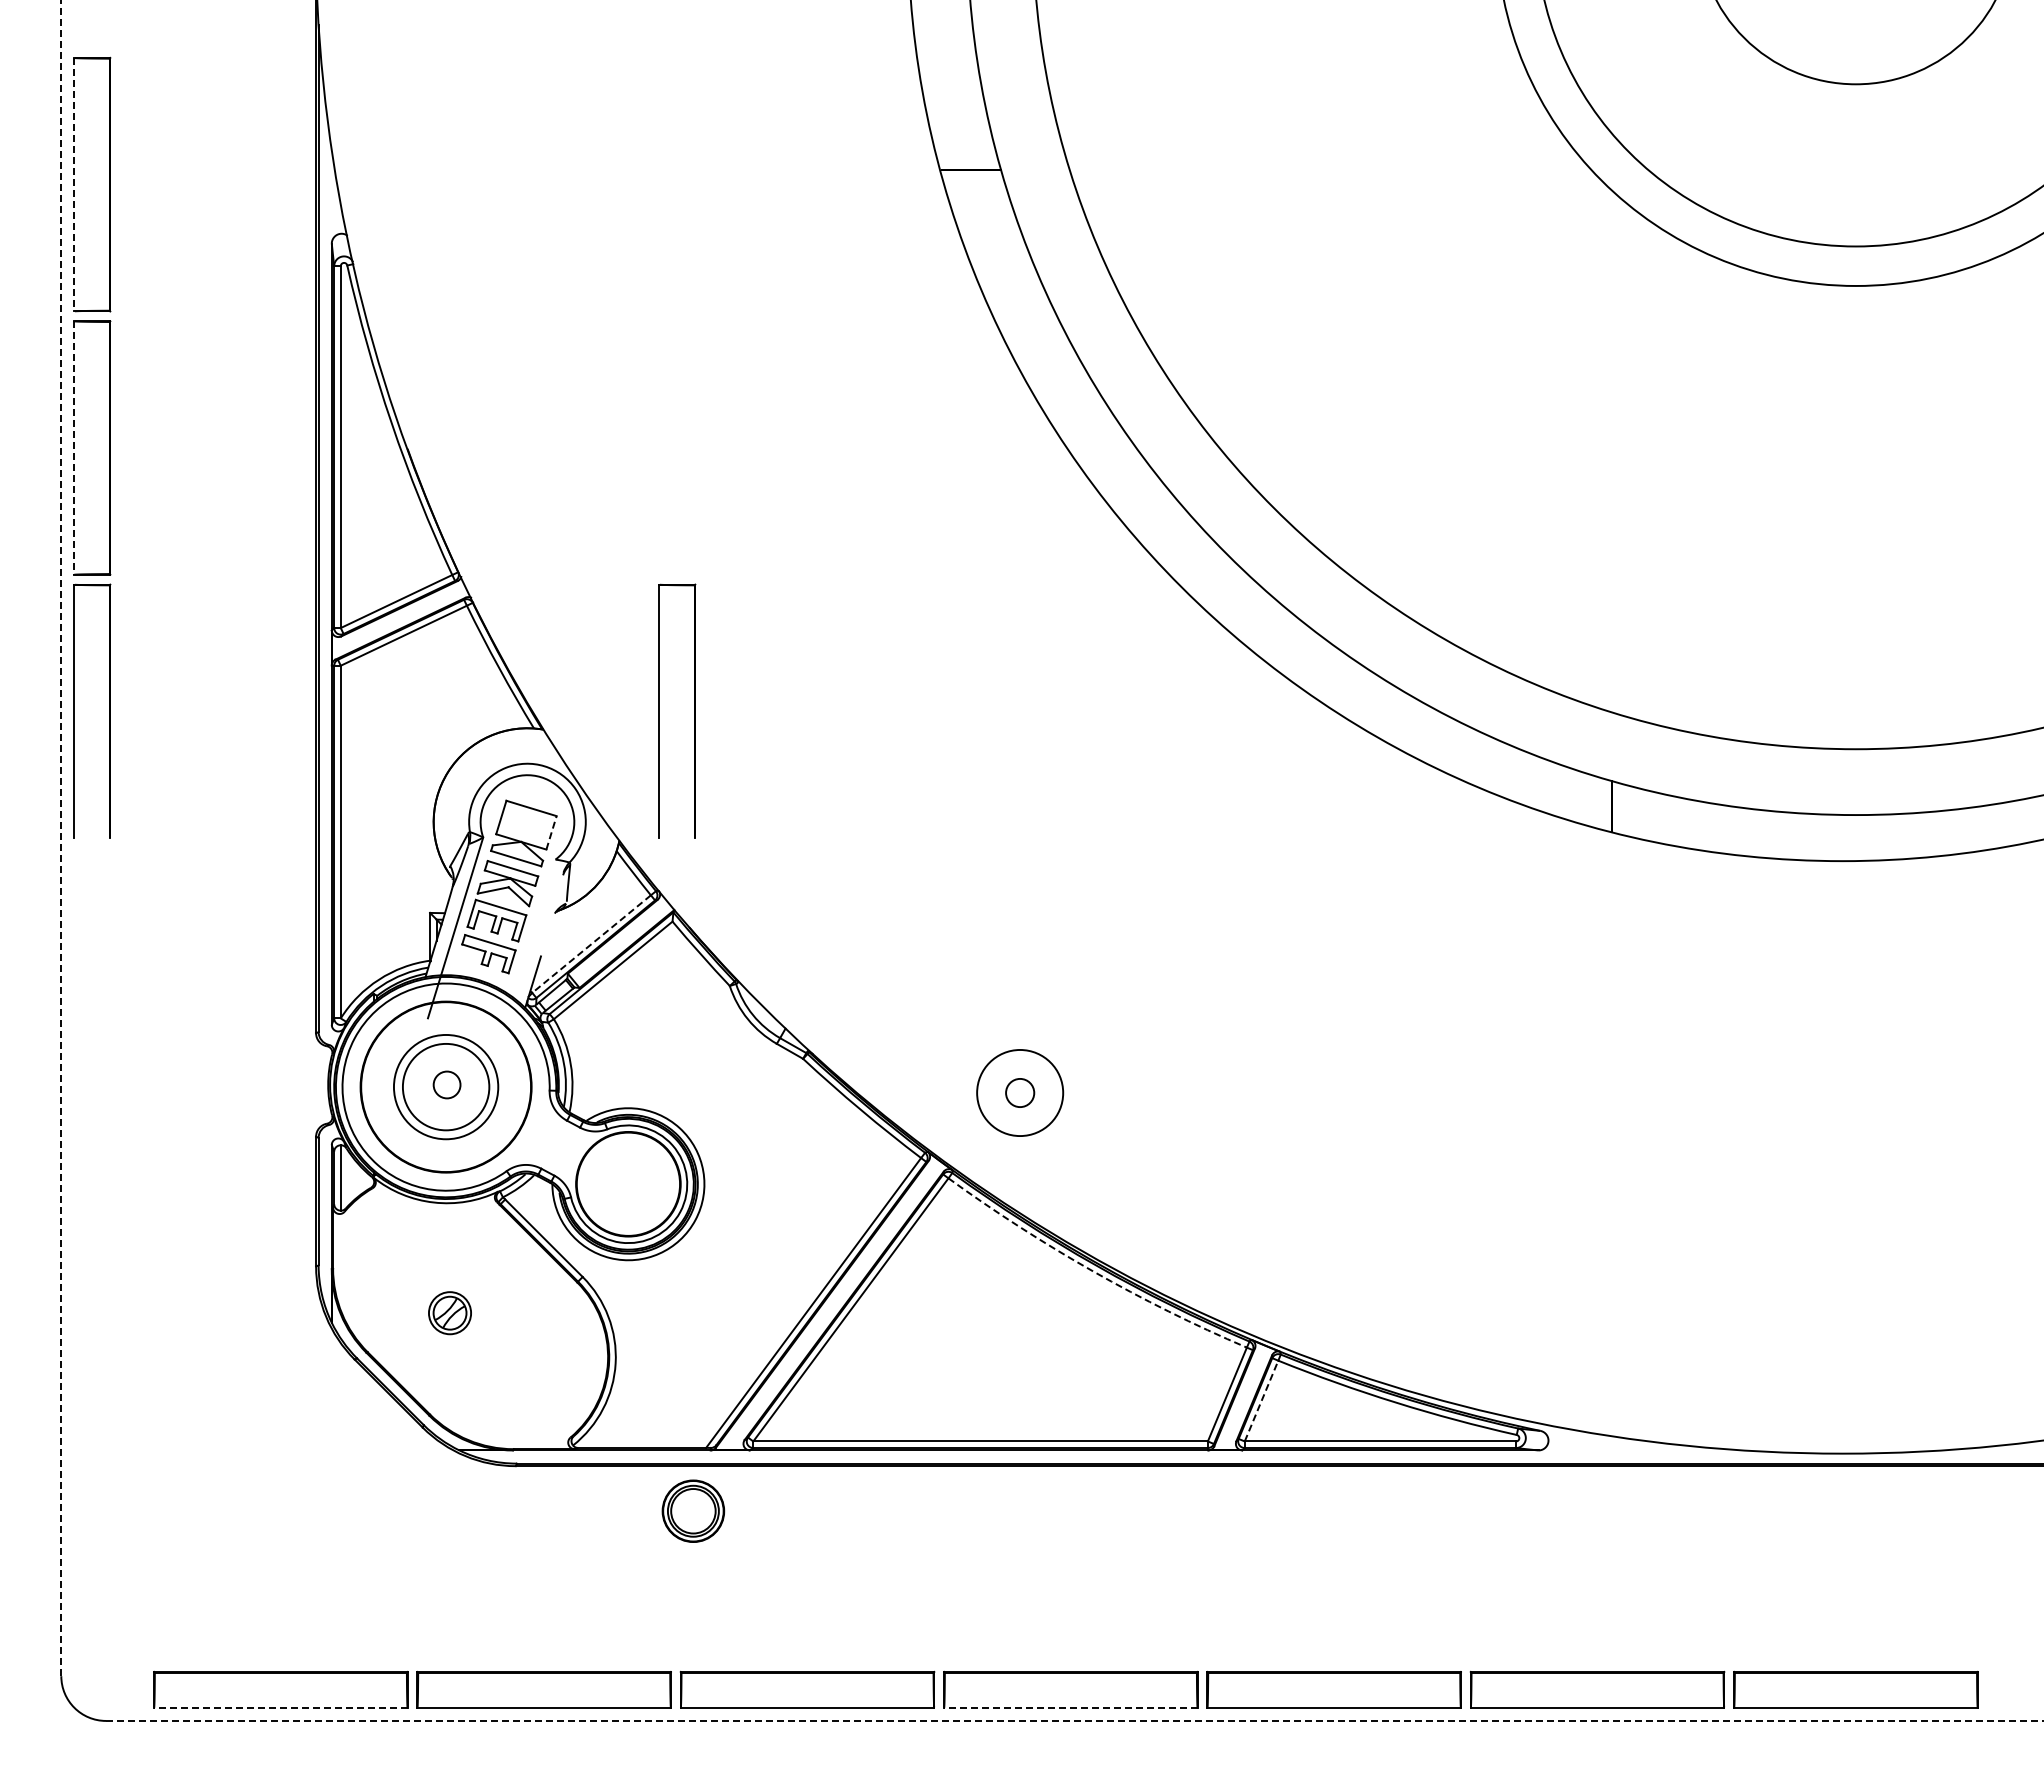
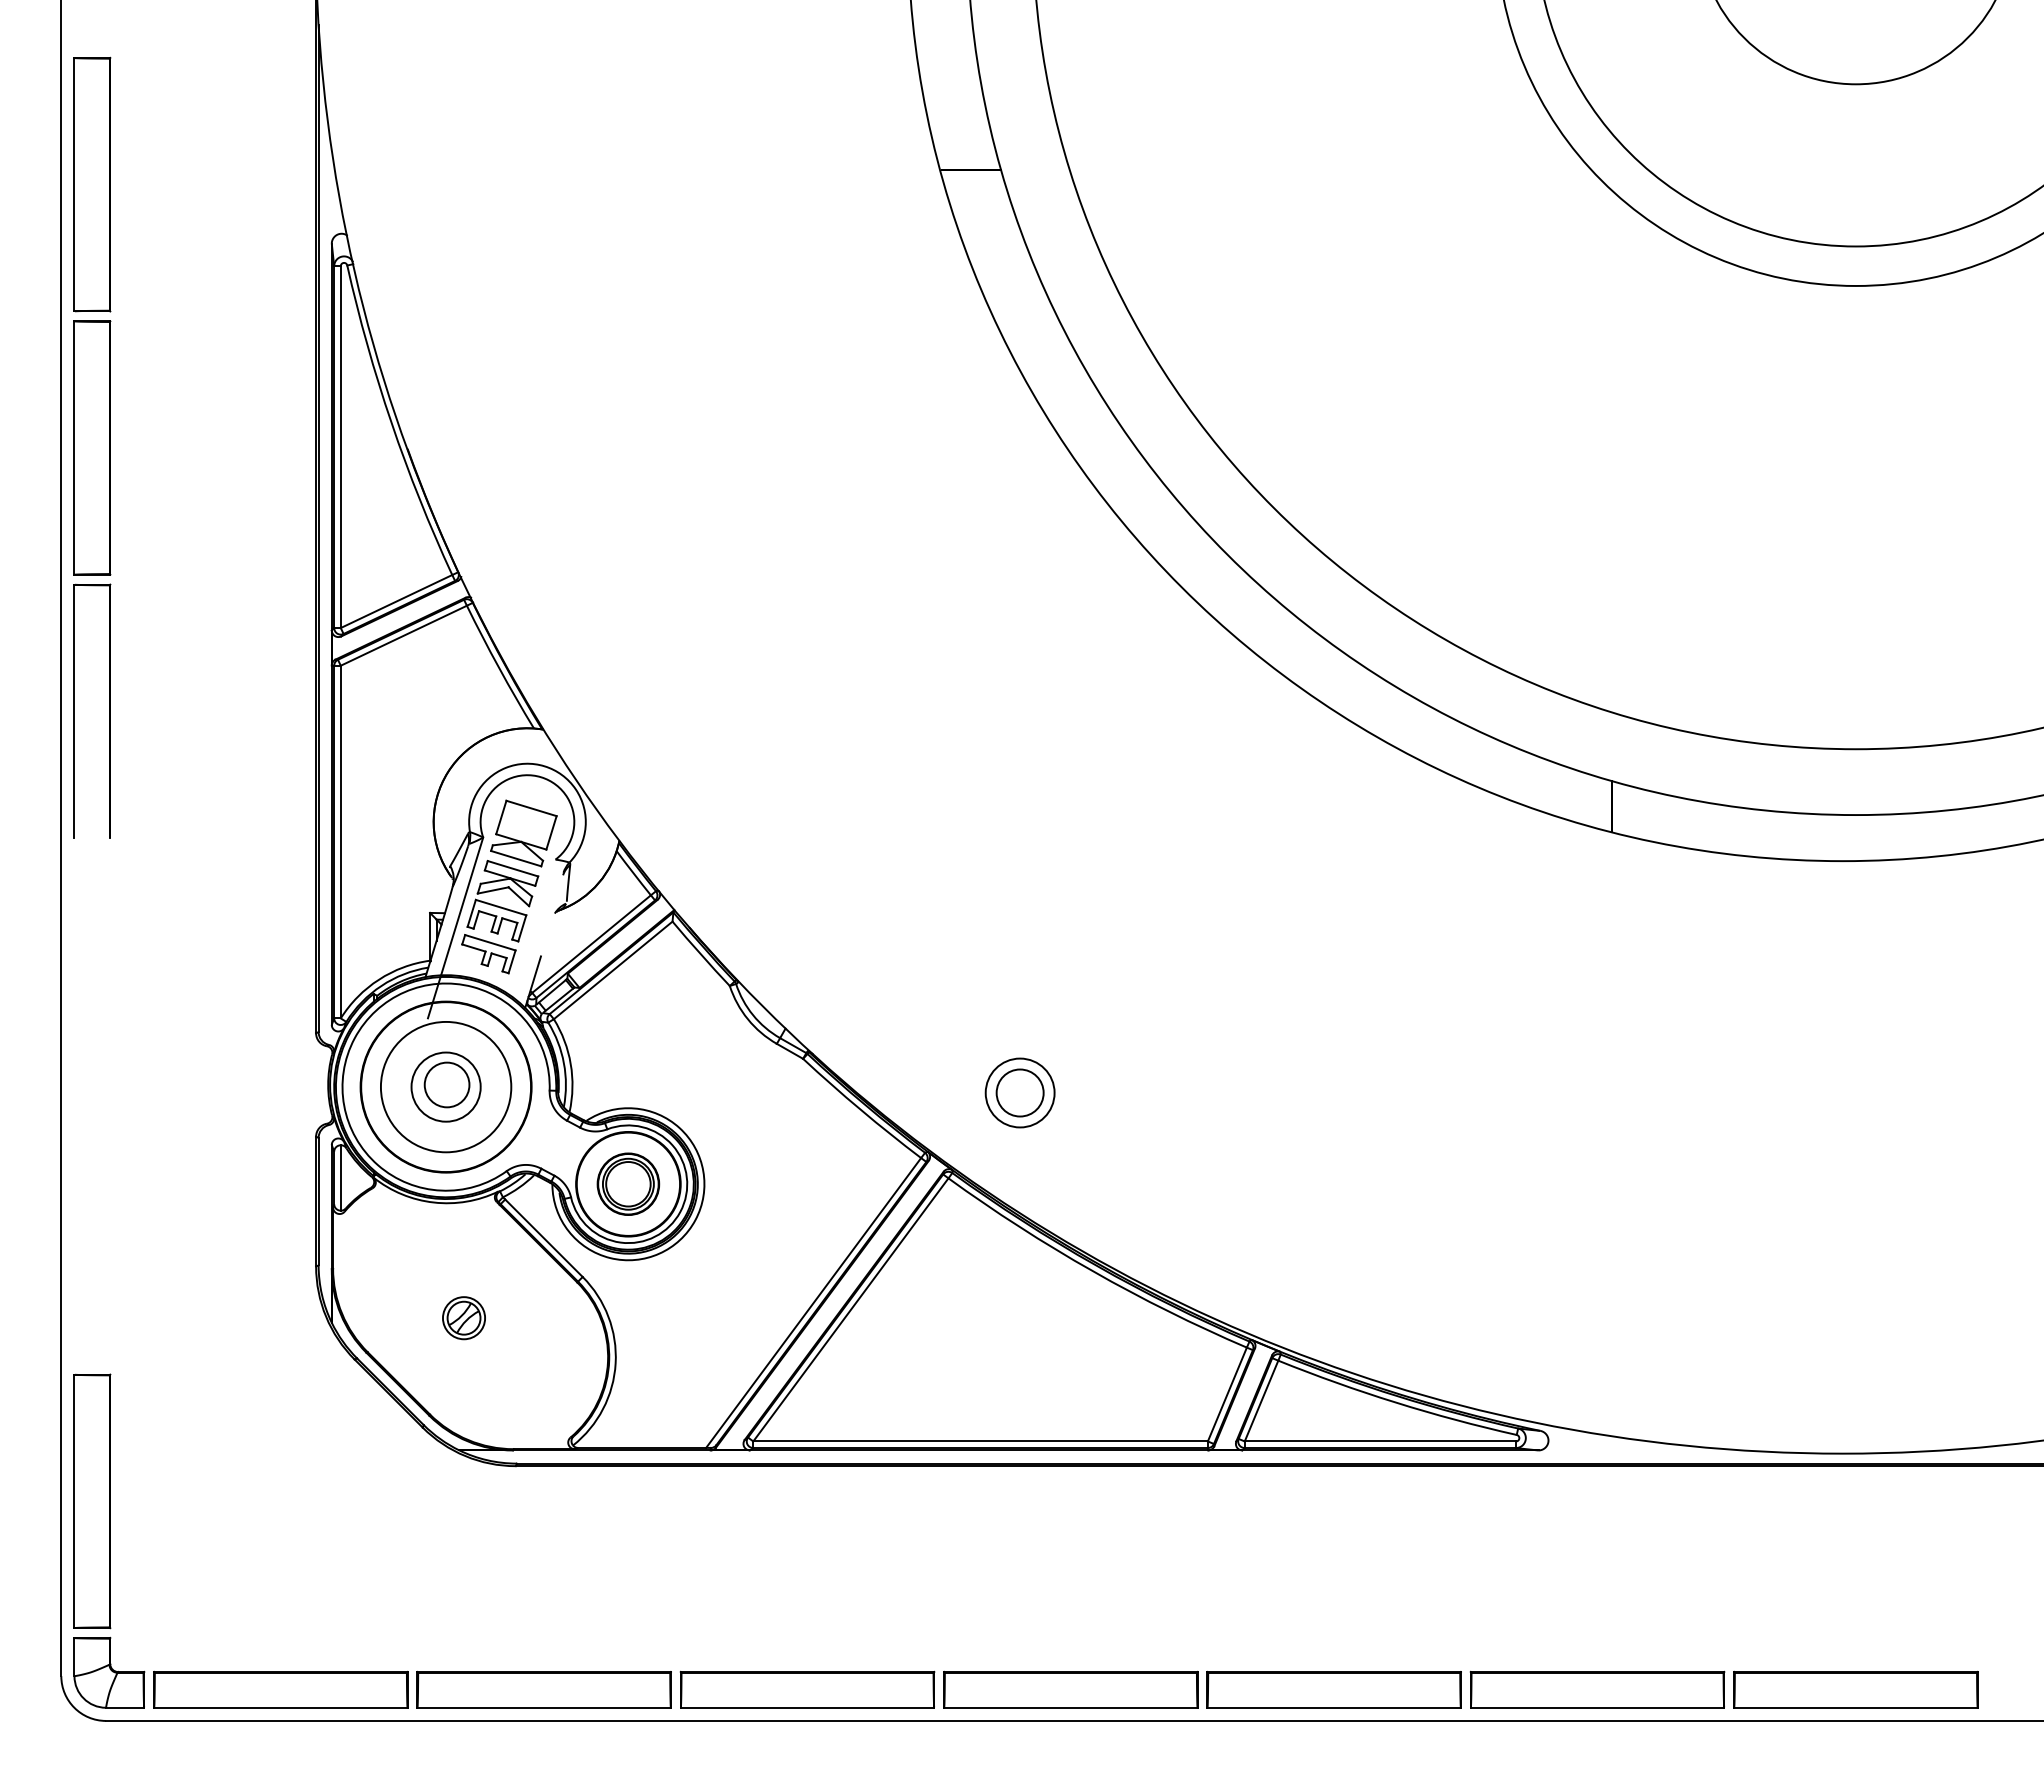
line at (74, 184): dashed -> solid
line at (74, 448): dashed -> solid
part at (694, 710): present -> none
line at (551, 832): dashed -> solid
line at (61, 838): dashed -> solid
line at (591, 944): dashed -> solid
circle at (446, 1084) diameter: 27 px -> 45 px
circle at (445, 1086) diameter: 104 px -> 130 px
circle at (445, 1086) diameter: 86 px -> 69 px
circle at (1020, 1092) diameter: 28 px -> 47 px
circle at (1020, 1092) diameter: 86 px -> 69 px
arc at (1092, 1271): dashed -> solid
part at (449, 1313) position: (449, 1313) -> (463, 1318)
line at (1261, 1401): dashed -> solid
part at (693, 1510) position: (693, 1510) -> (628, 1183)
part at (109, 1540): none -> present
line at (280, 1707): dashed -> solid
line at (1070, 1707): dashed -> solid
line at (1075, 1720): dashed -> solid
